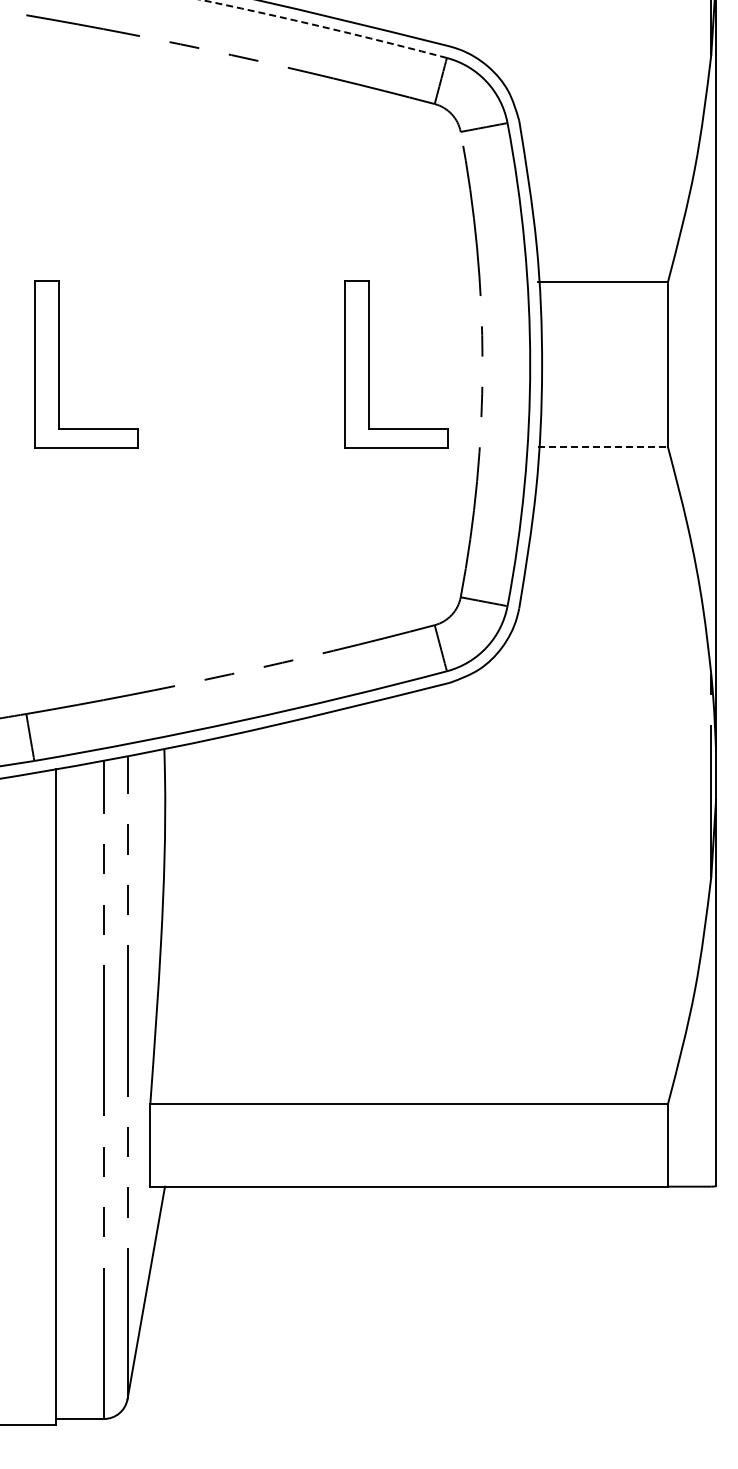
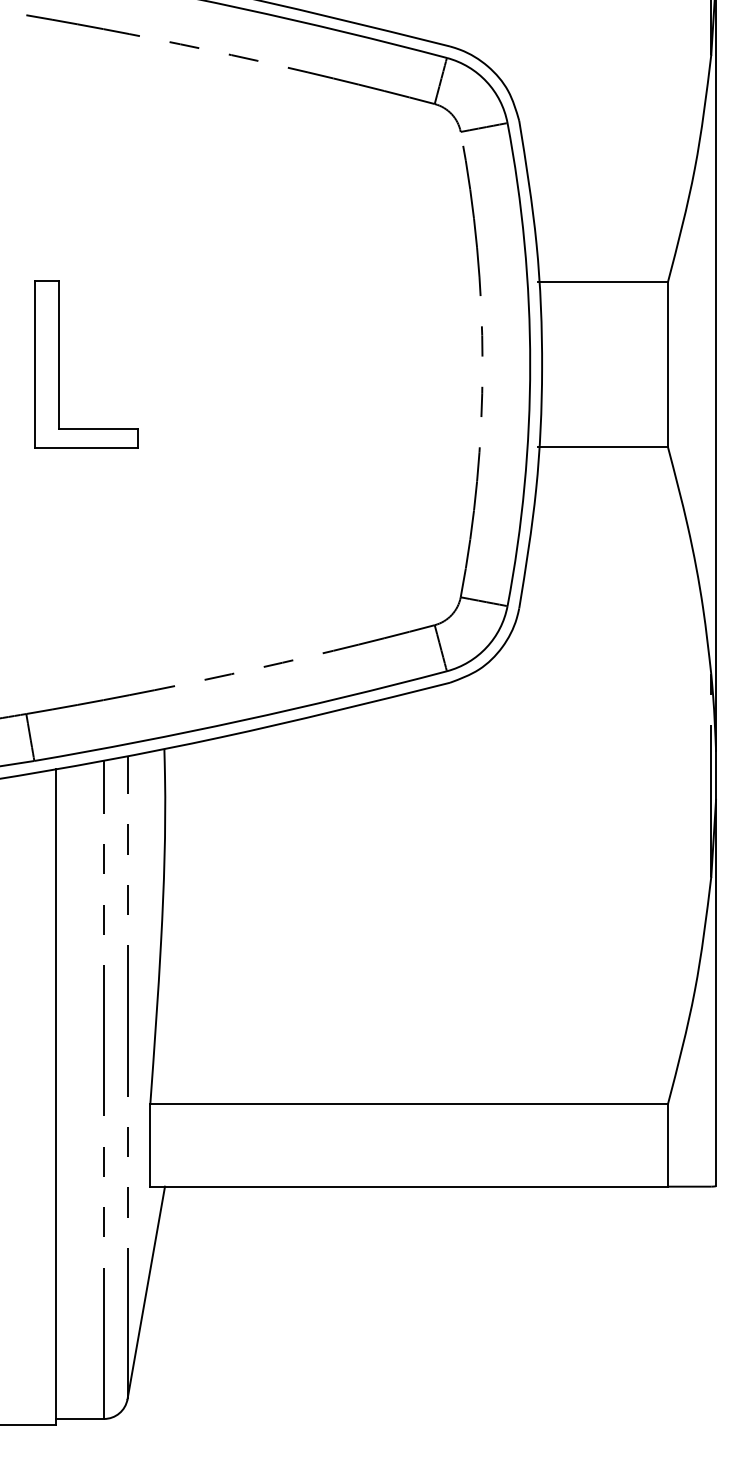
arc at (324, 27): dashed -> solid
part at (369, 364): present -> none
line at (603, 446): dashed -> solid
